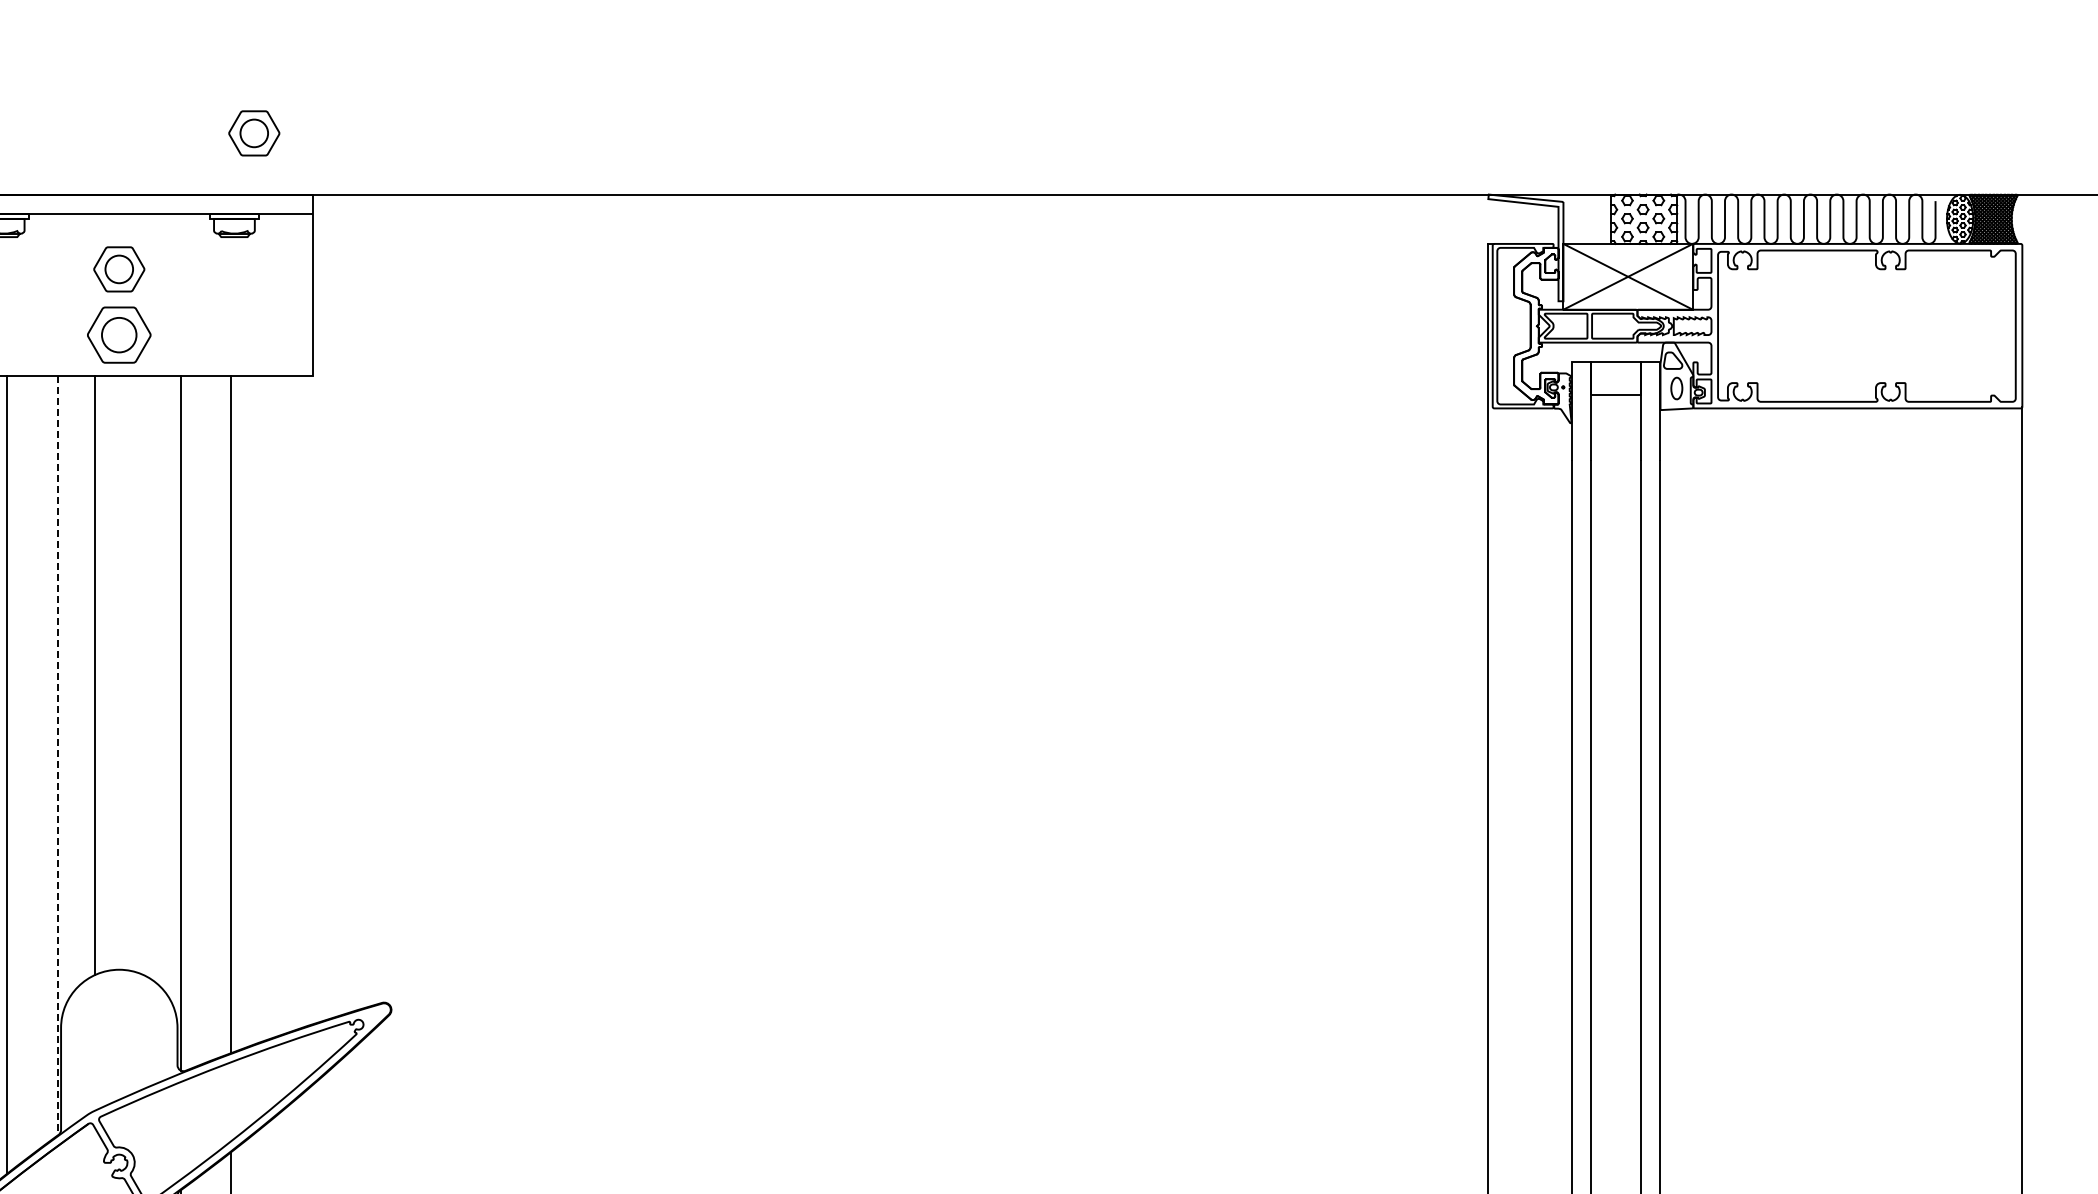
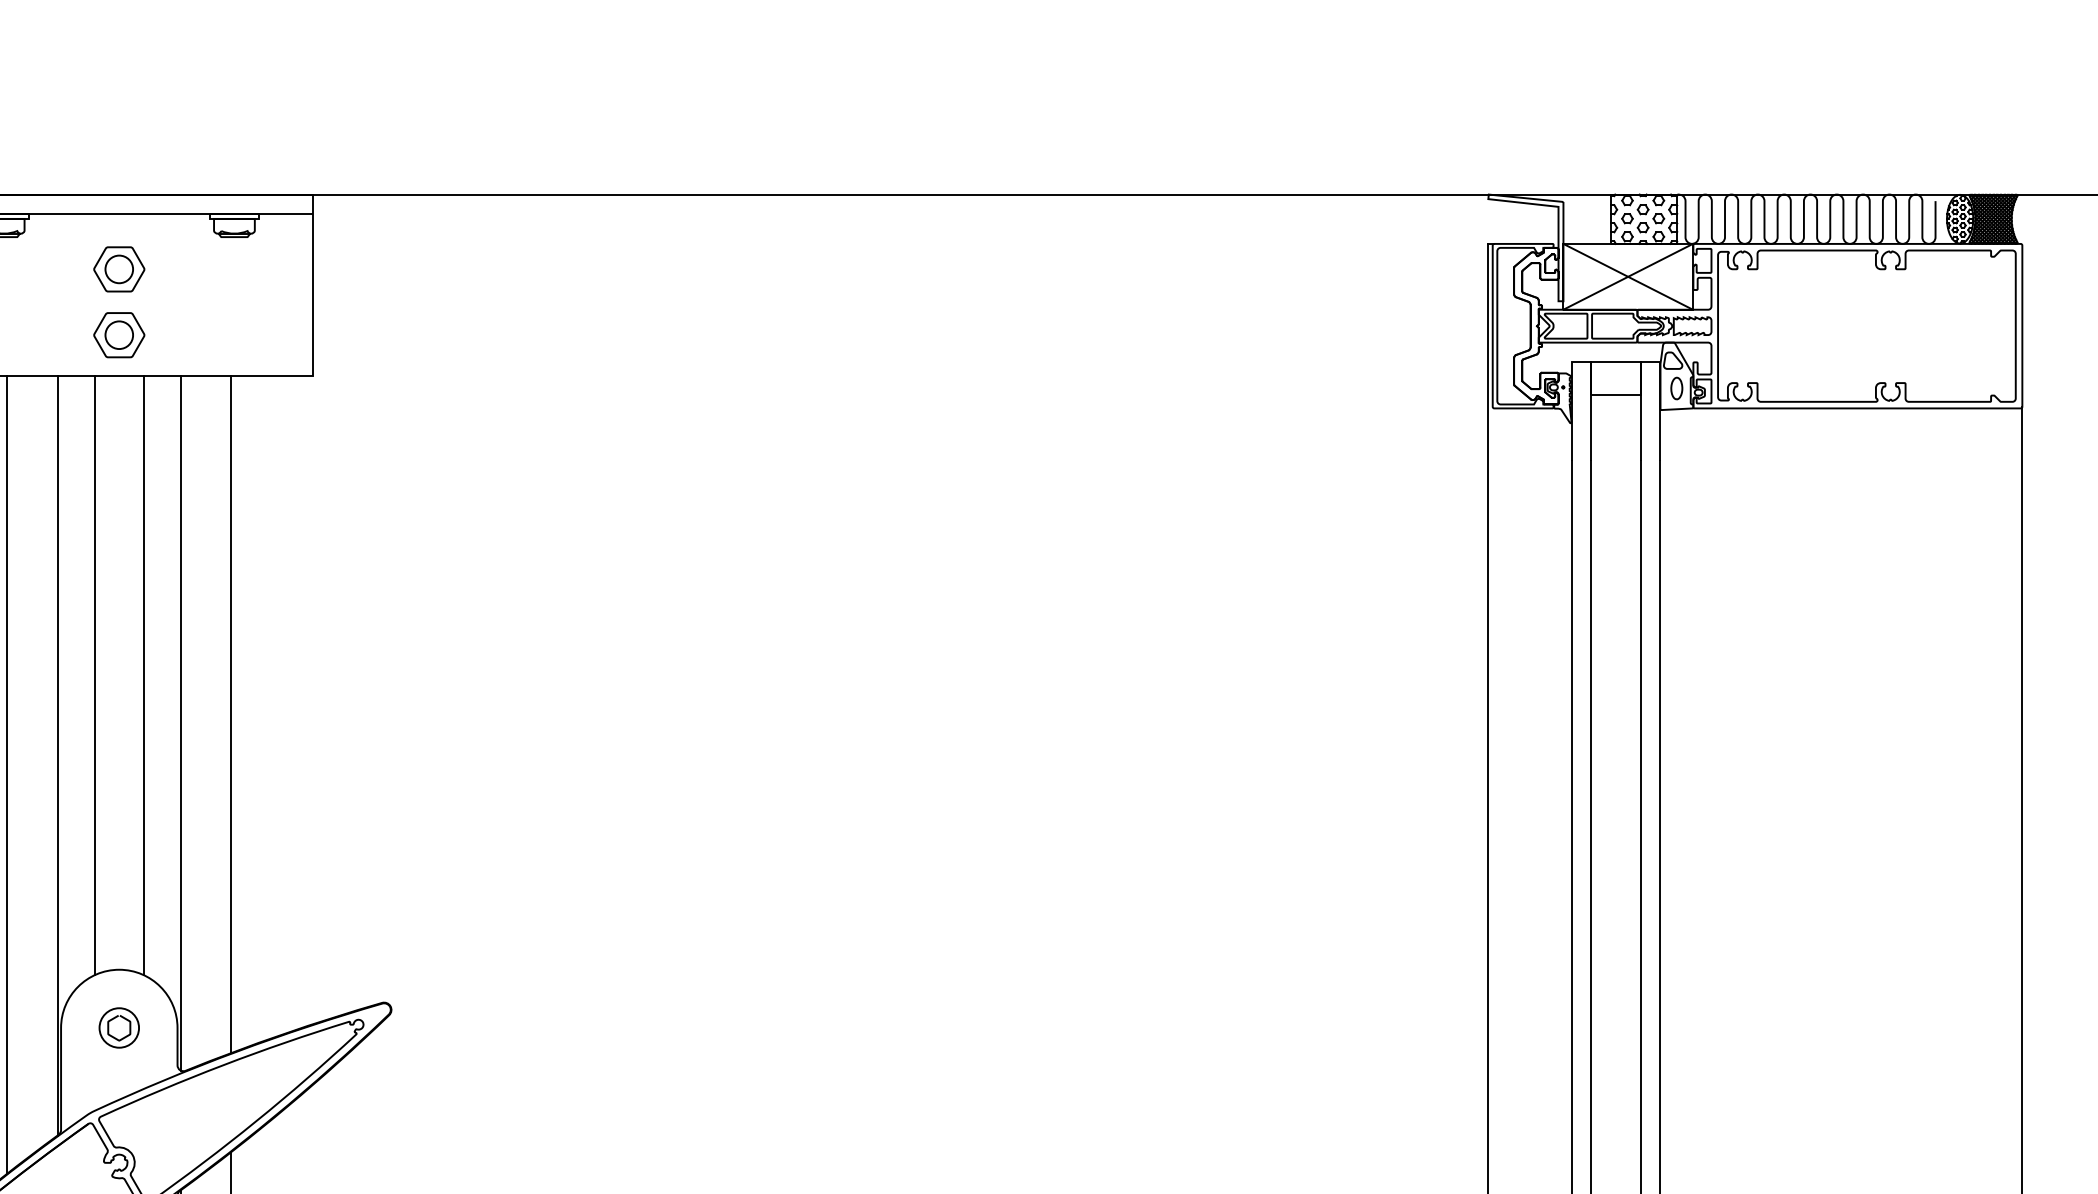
part at (254, 133): present -> none
part at (119, 334) size: 65x58 px -> 53x47 px
line at (143, 675): none -> present
line at (57, 756): dashed -> solid
part at (118, 1027): none -> present
